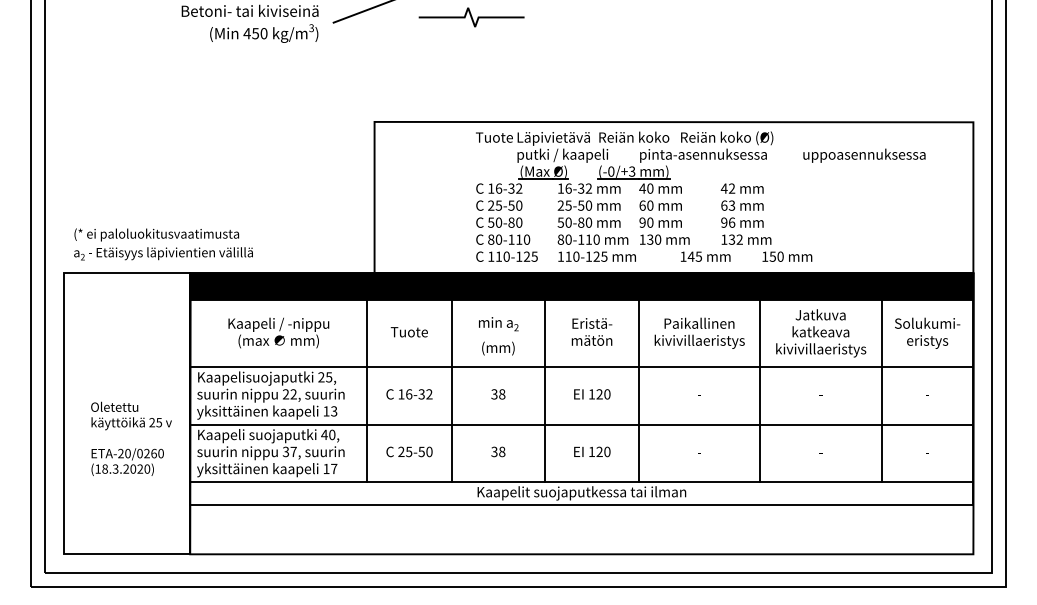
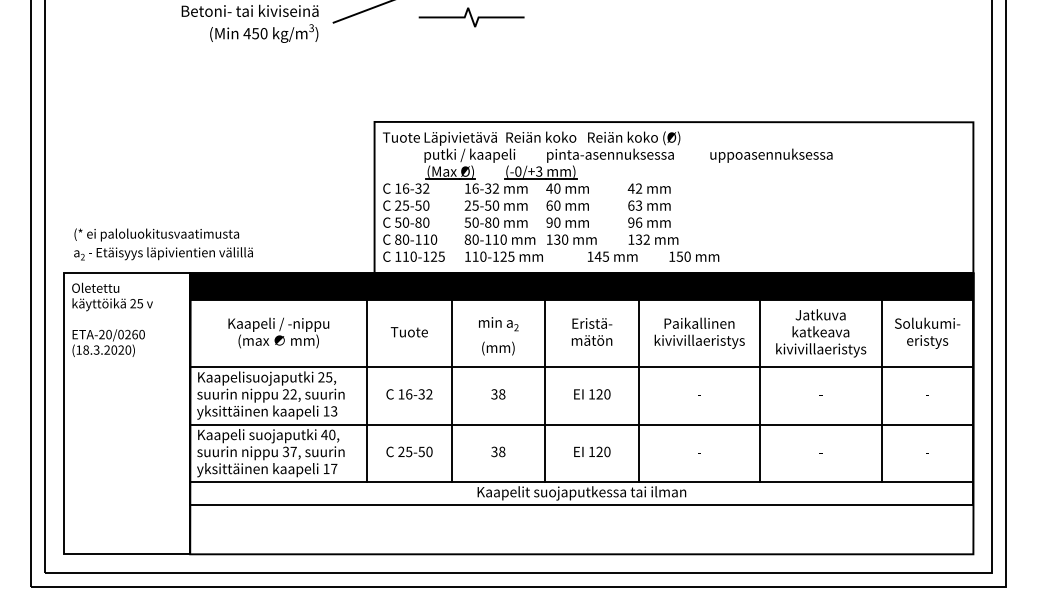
part at (681, 193) position: (681, 193) -> (588, 193)
text at (131, 438) position: (131, 438) -> (112, 319)
